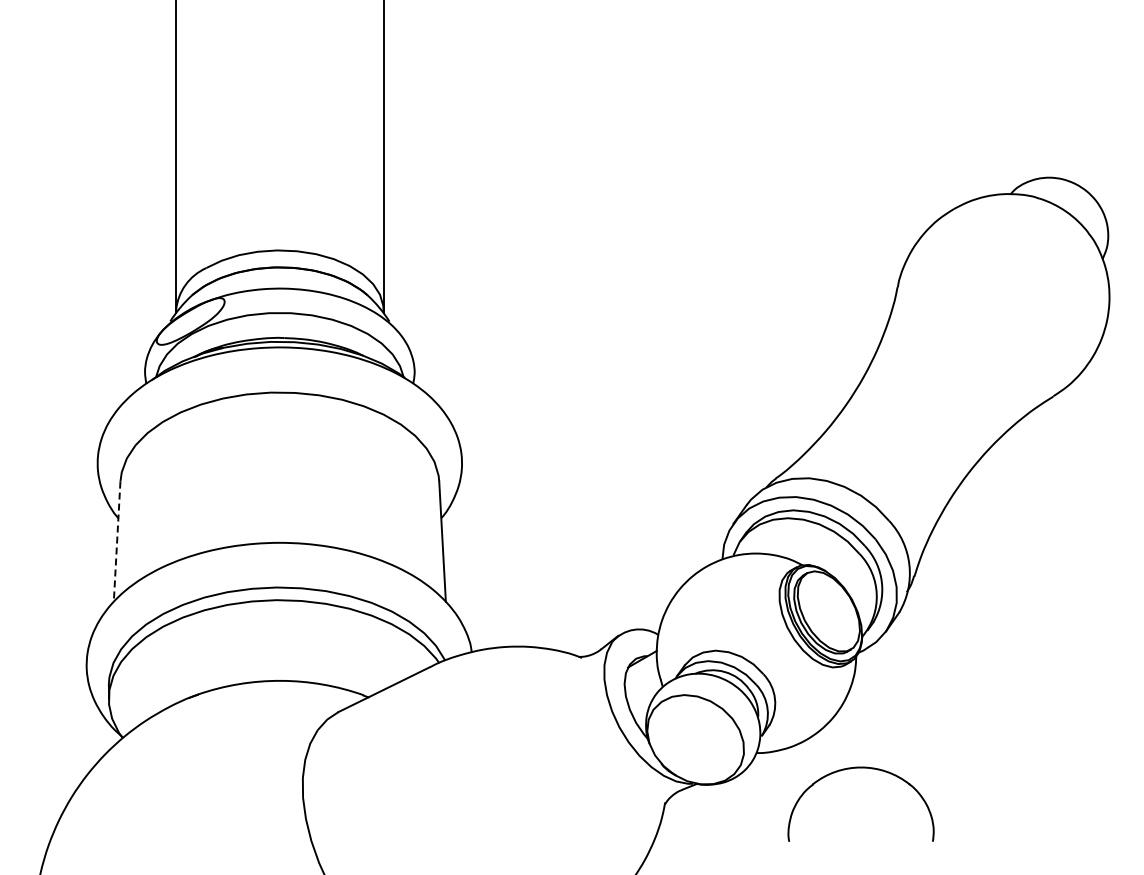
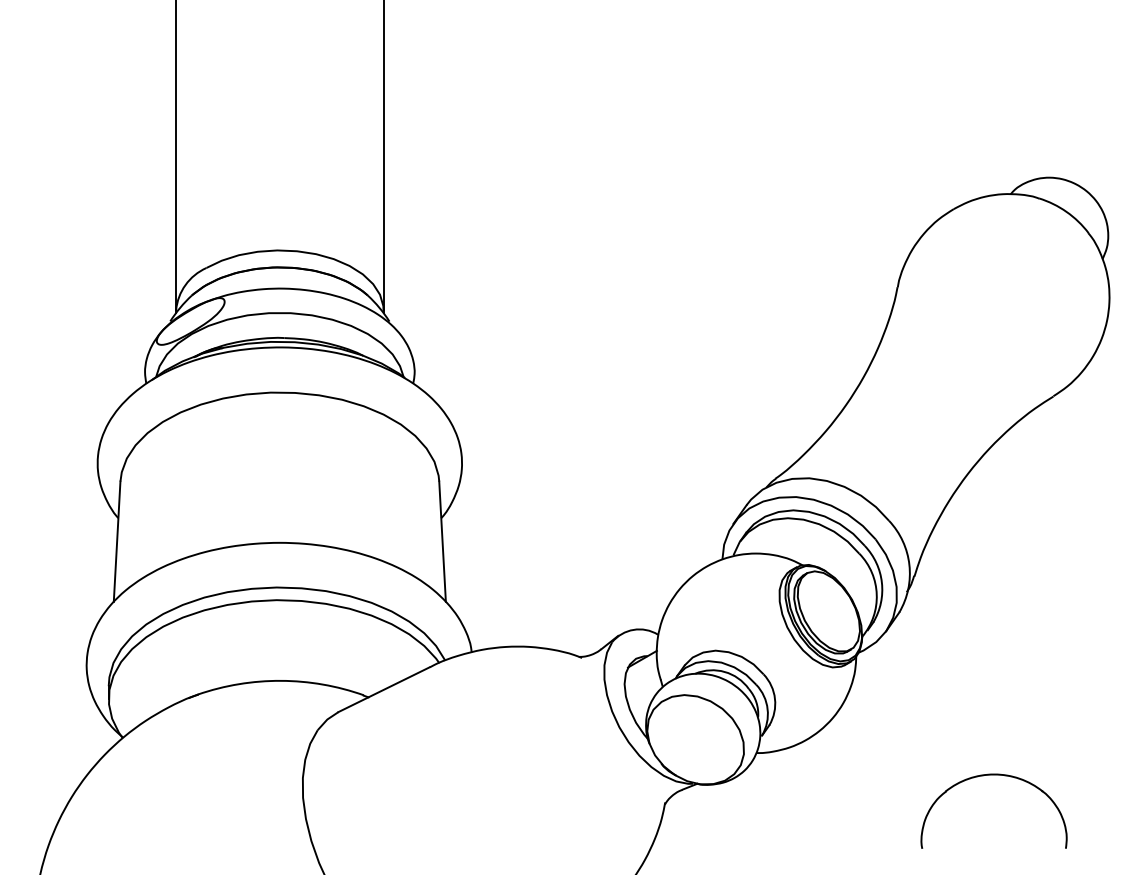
line at (117, 542): dashed -> solid
part at (860, 768) position: (860, 768) -> (993, 775)
